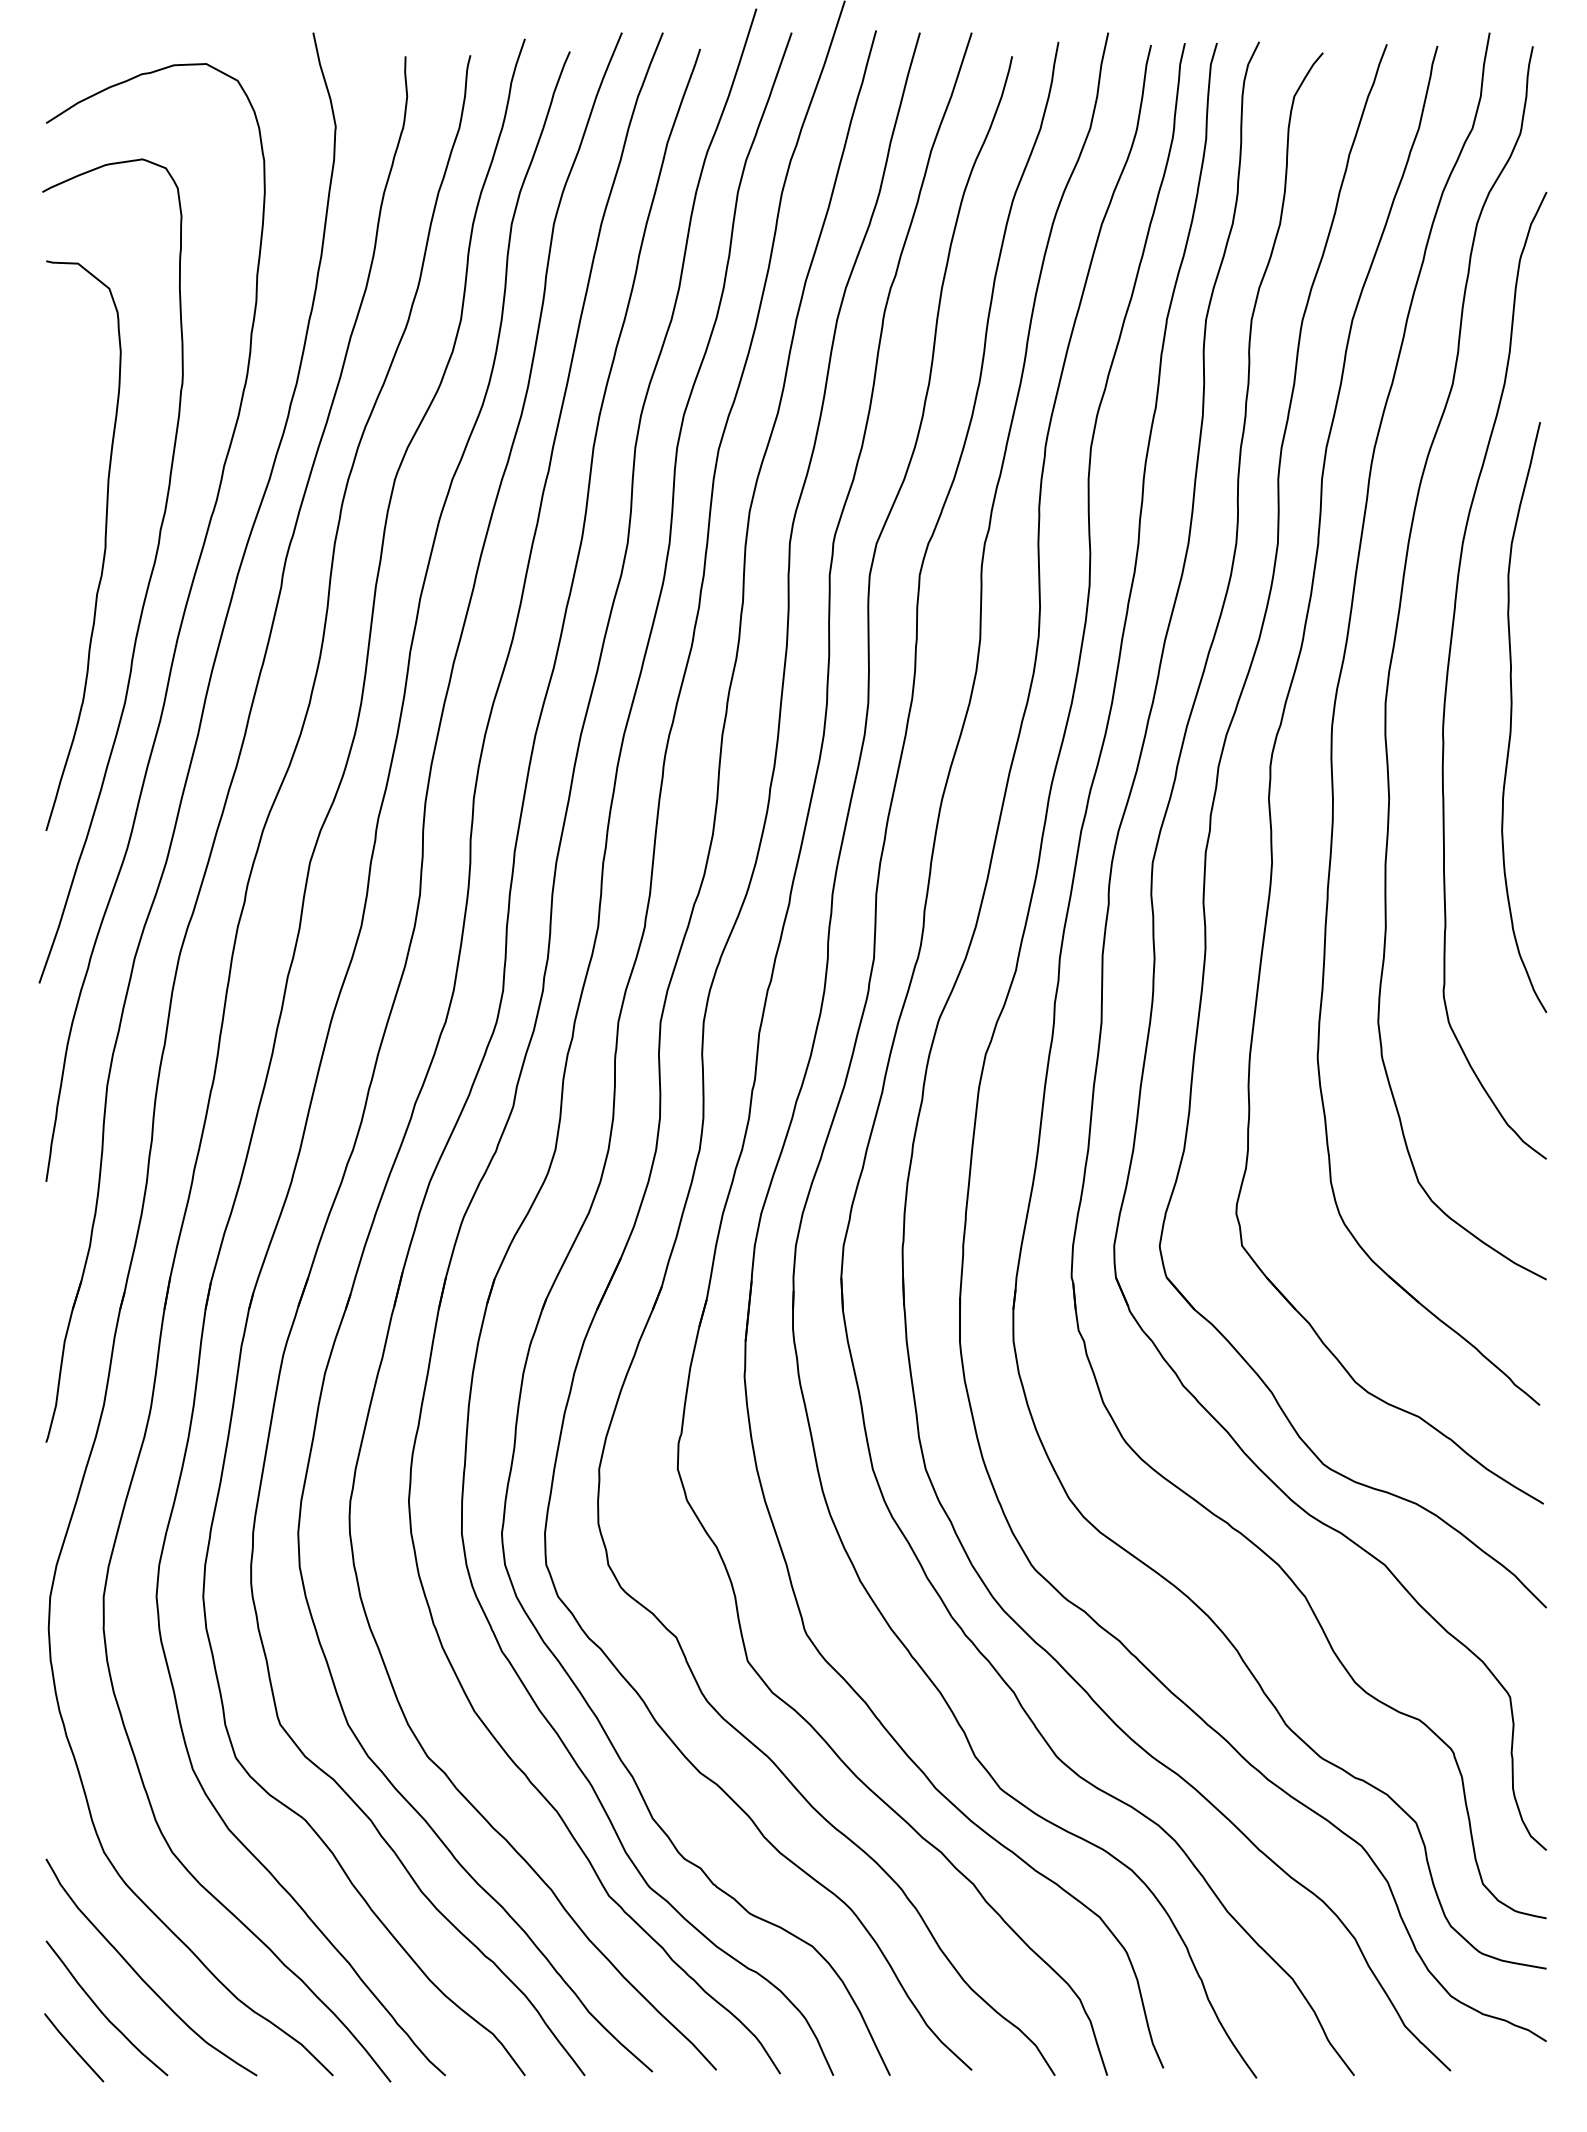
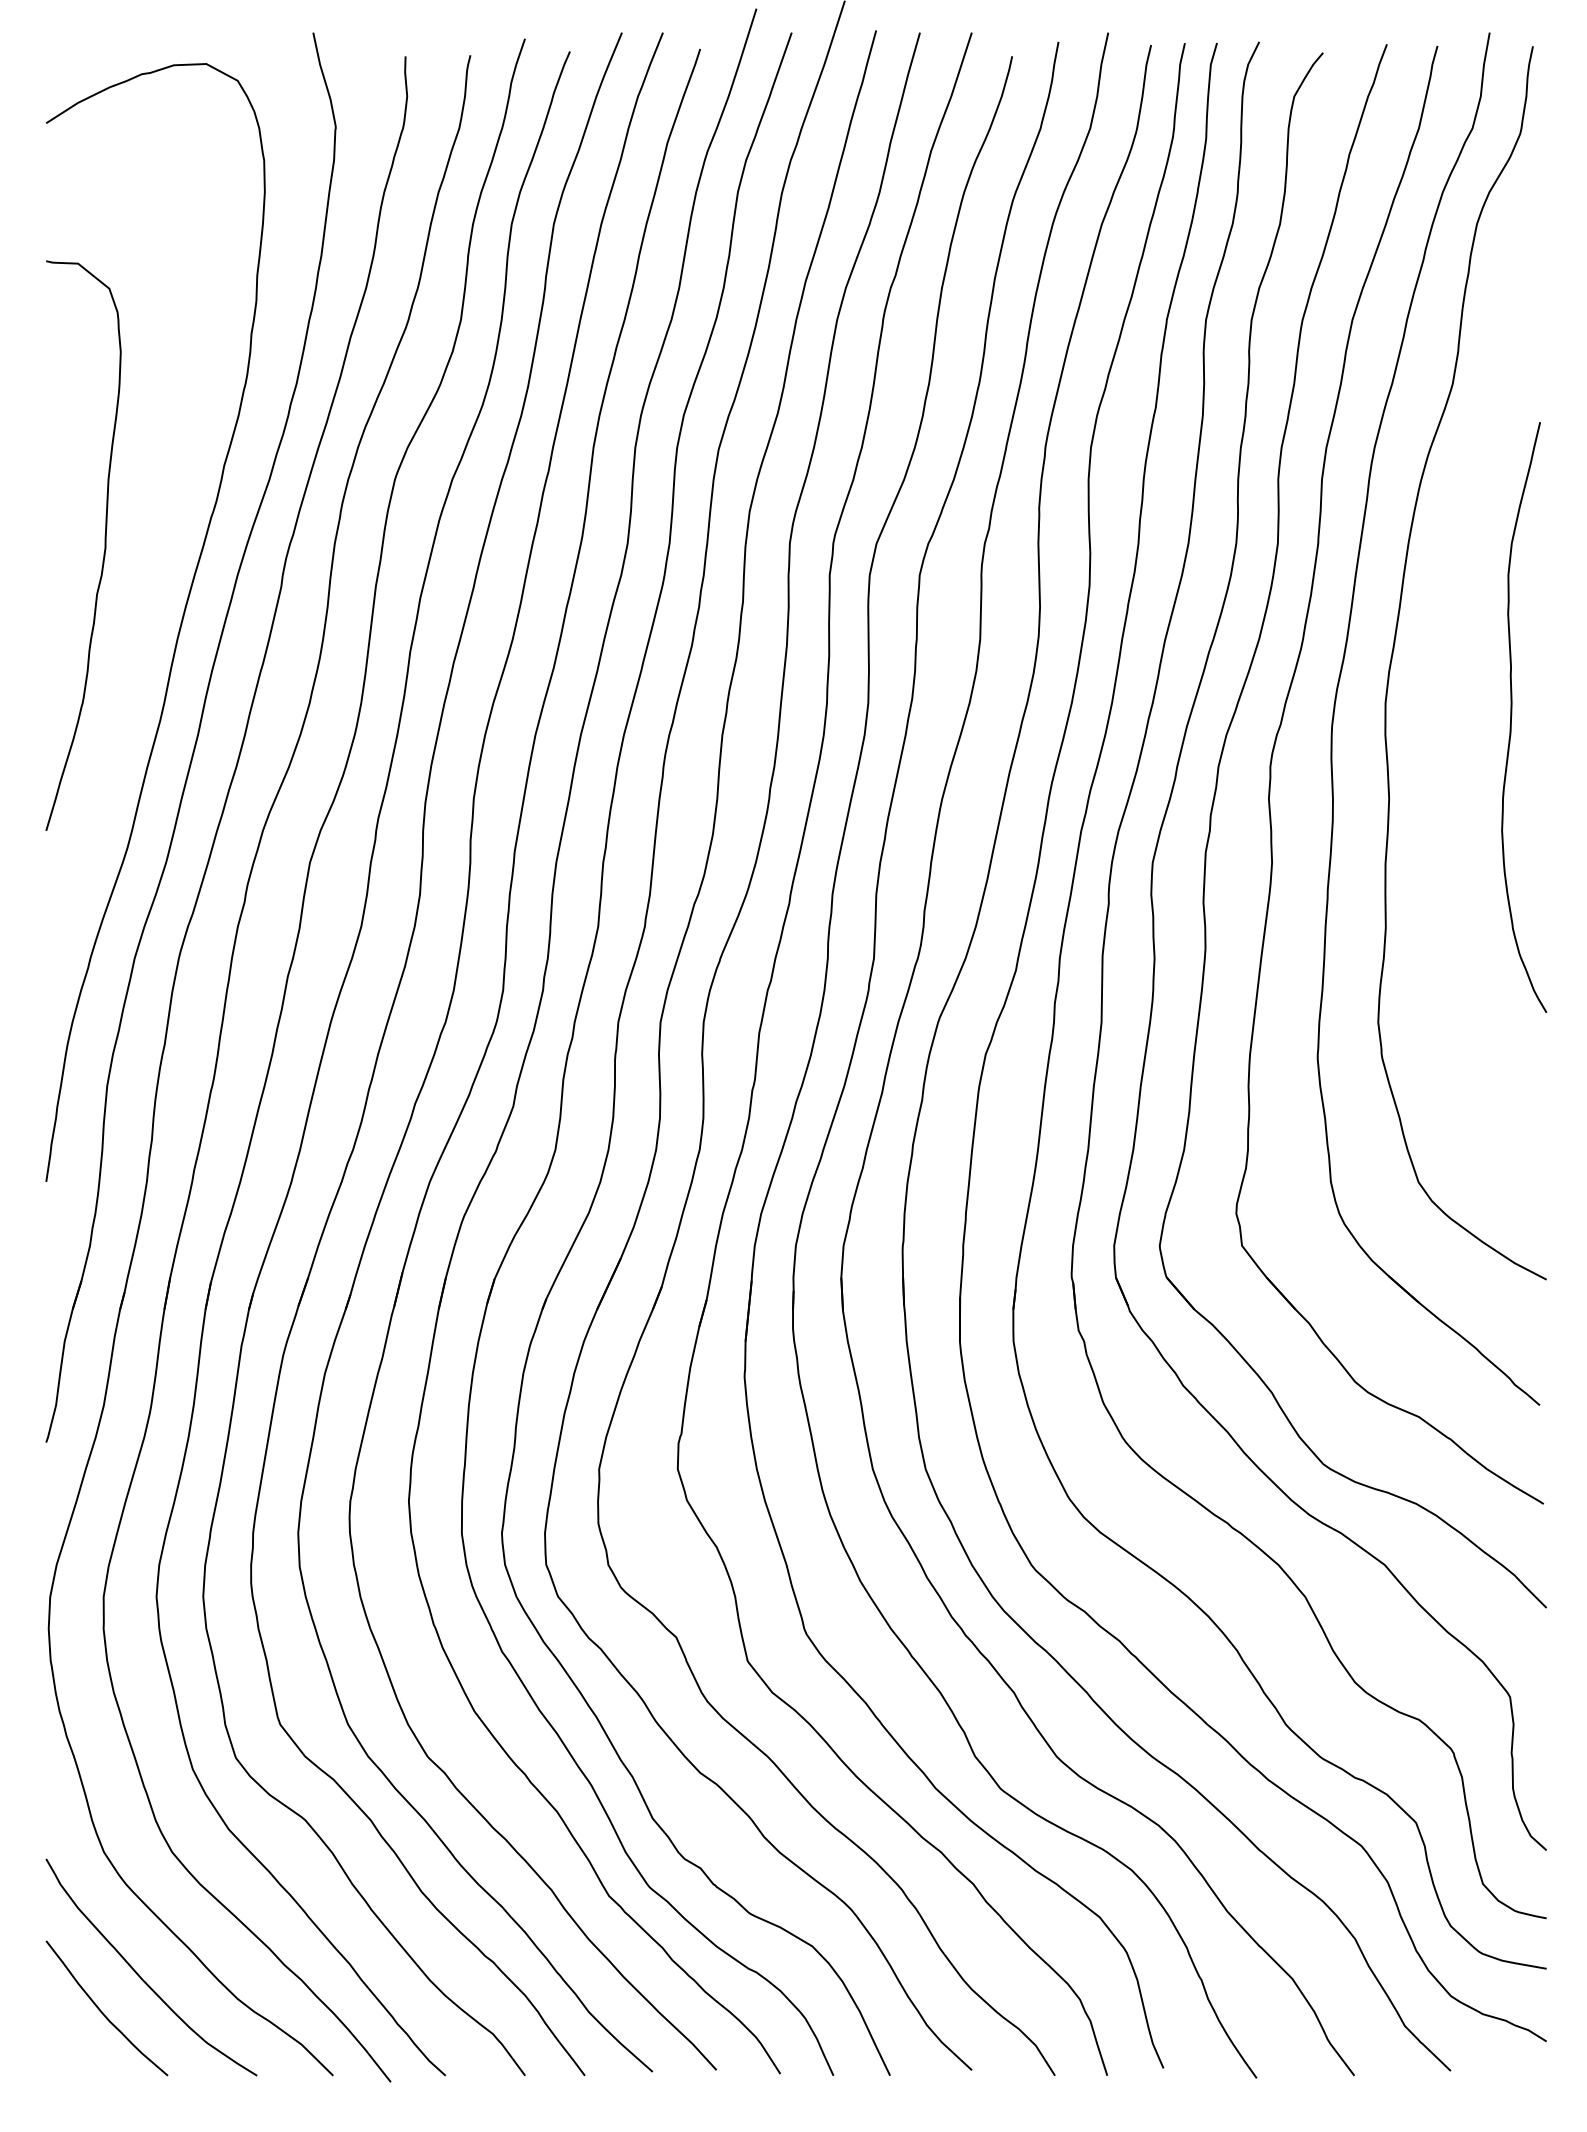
curve at (148, 580): present -> none
curve at (1449, 666): present -> none
line at (74, 2047): present -> none
